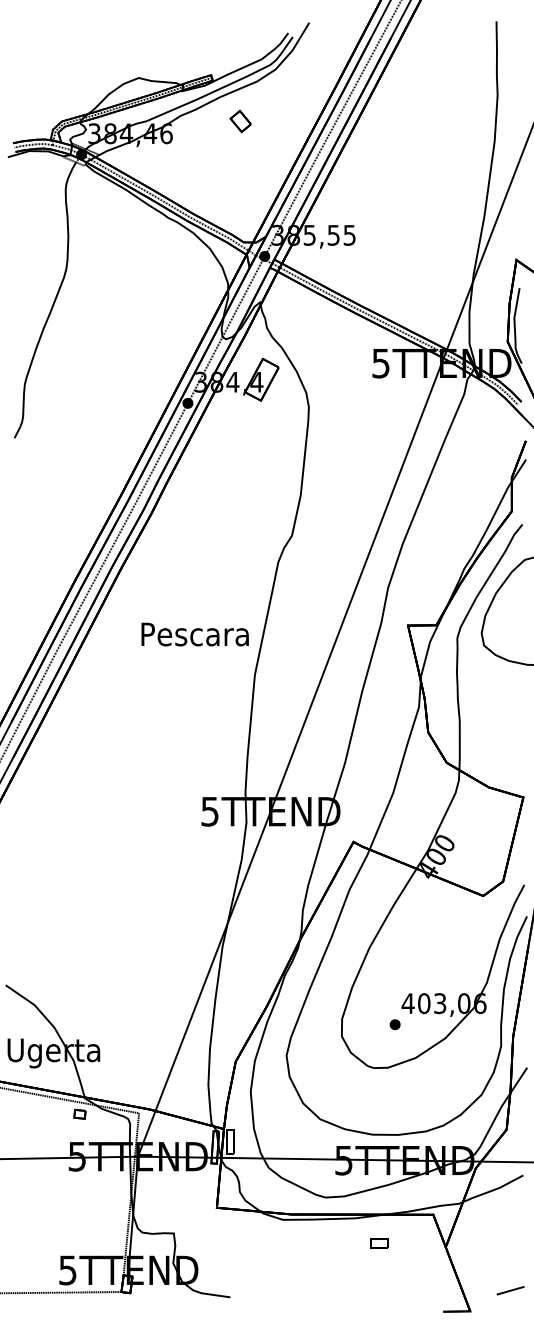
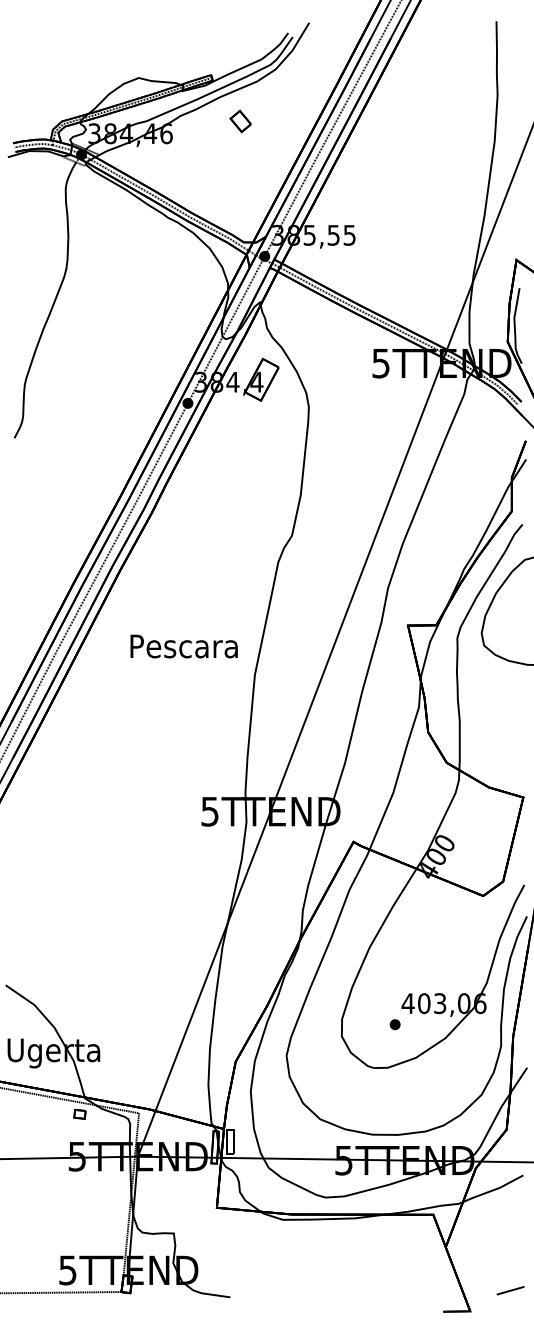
text at (194, 634) position: (194, 634) -> (183, 646)
part at (379, 1243): present -> none
